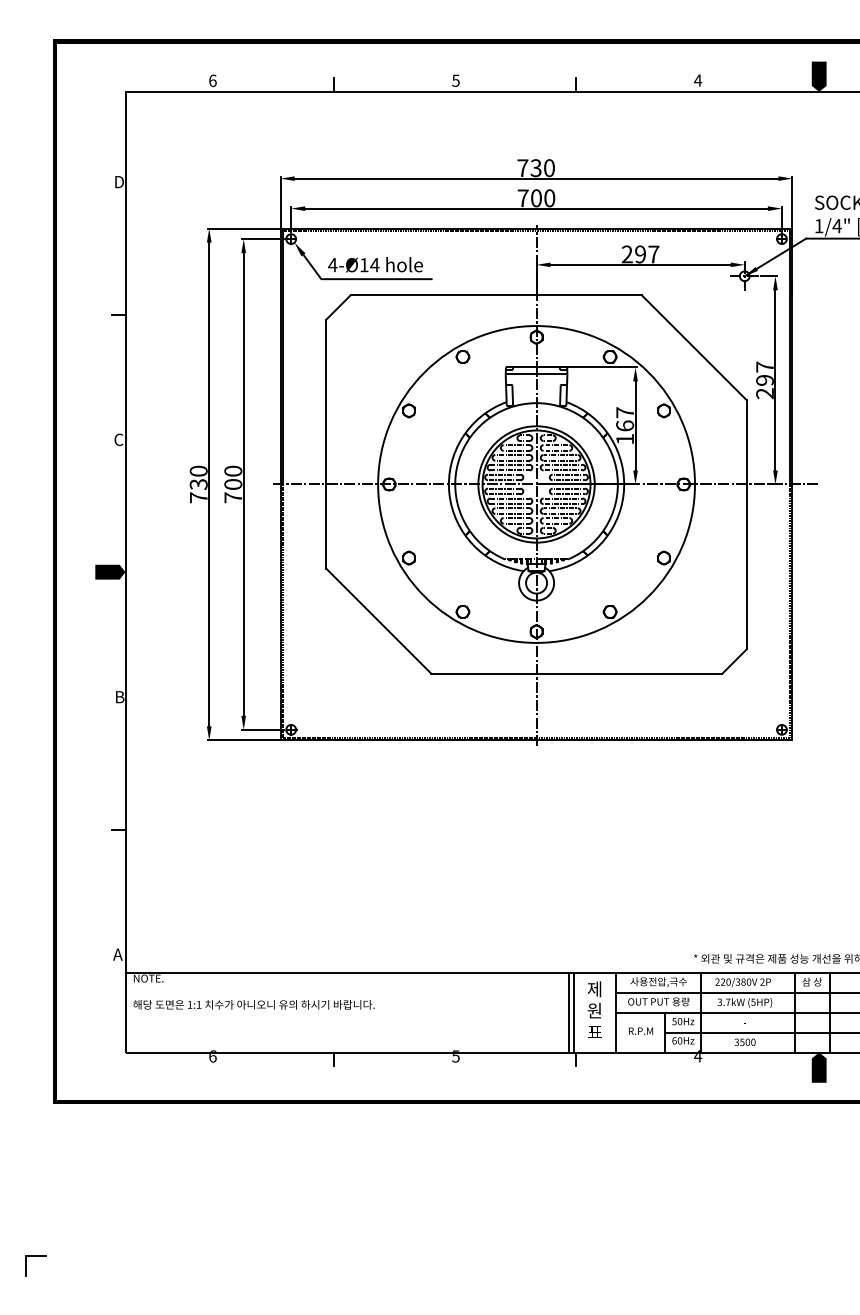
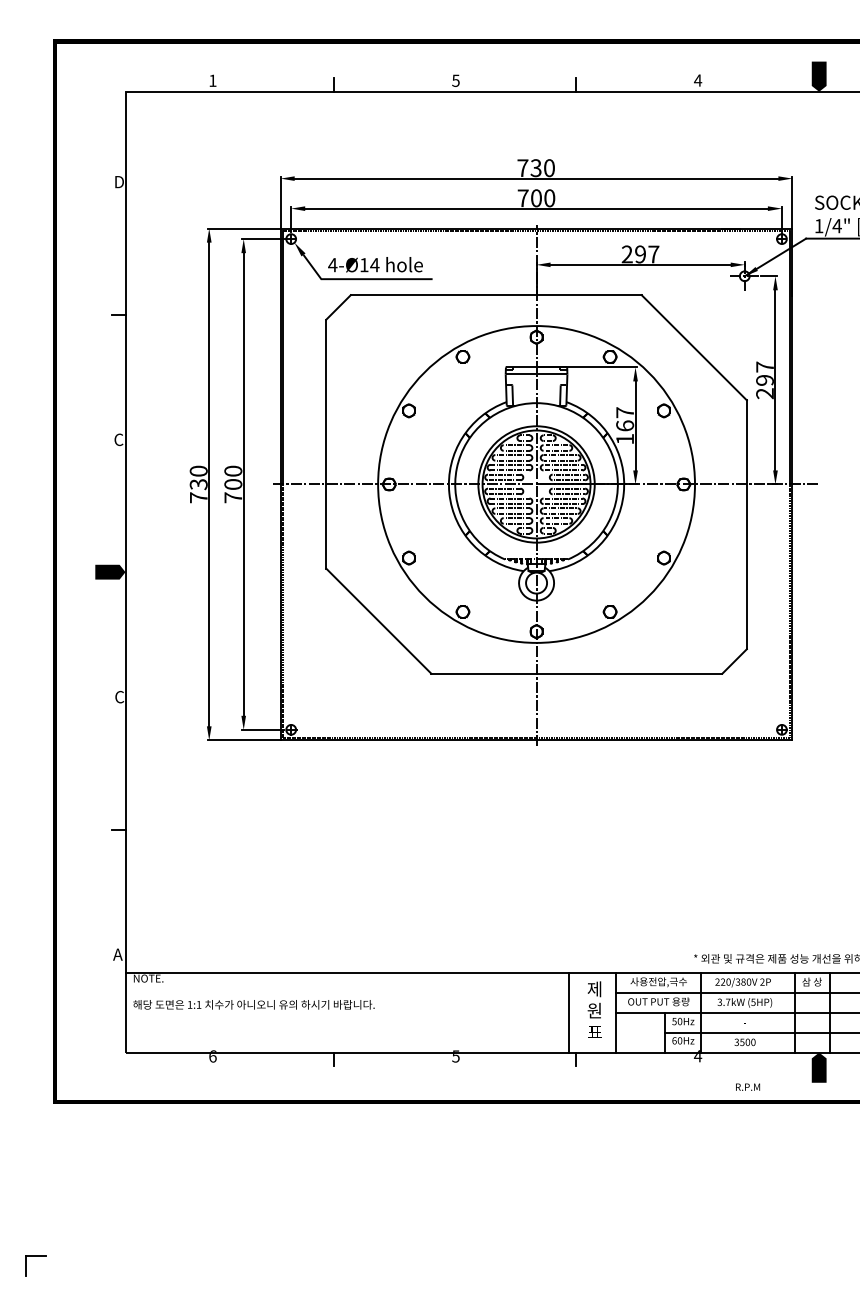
text at (212, 80): 6 -> 1
text at (119, 696): B -> C
line at (573, 1012): present -> none
text at (640, 1030) position: (640, 1030) -> (747, 1086)
